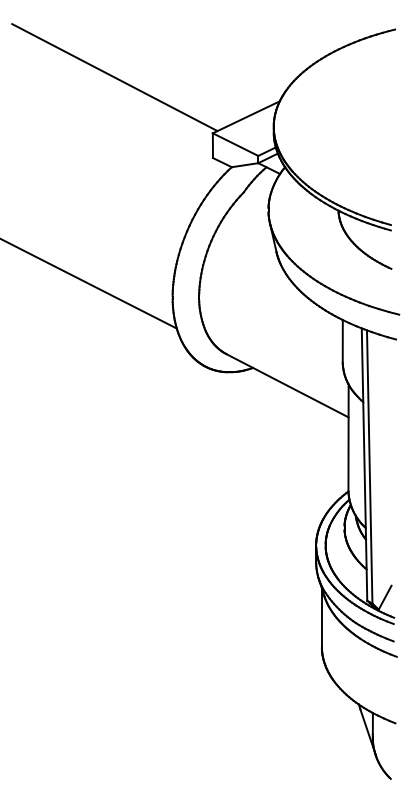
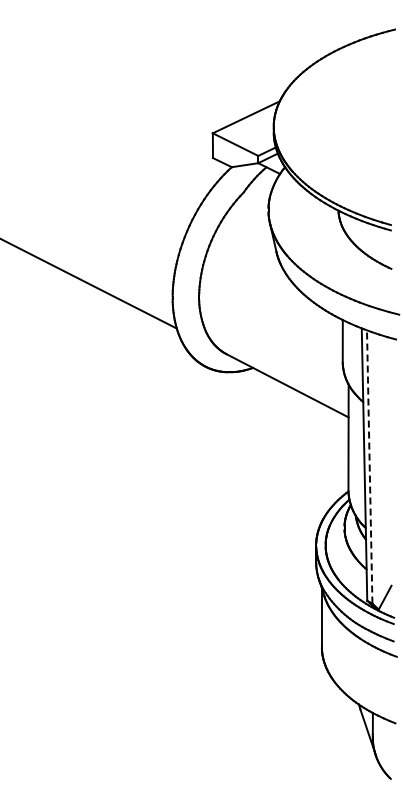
line at (114, 77): present -> none
line at (369, 466): solid -> dashed
